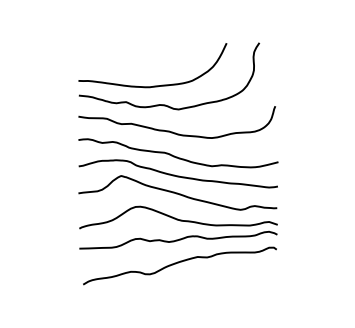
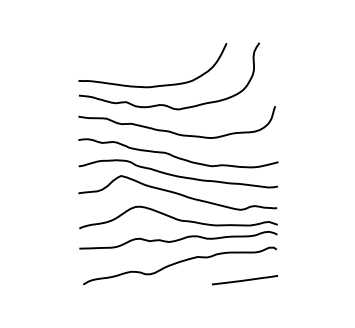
line at (245, 280): none -> present
